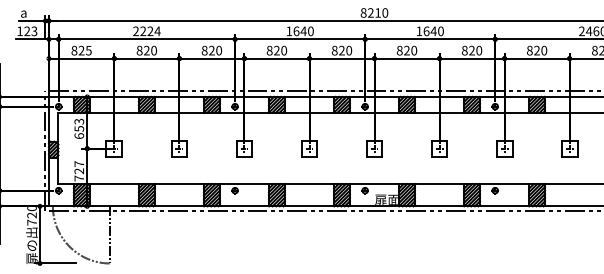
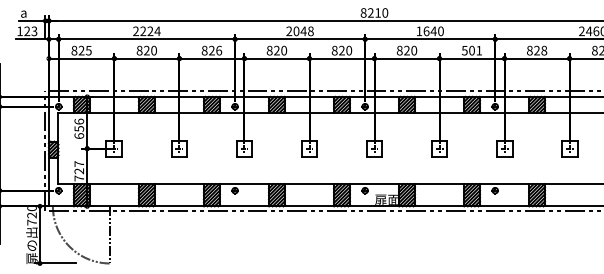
text at (299, 30): 1640 -> 2048
text at (219, 50): 820 -> 826
text at (471, 50): 820 -> 501
text at (544, 50): 820 -> 828
text at (79, 121): 653 -> 656
